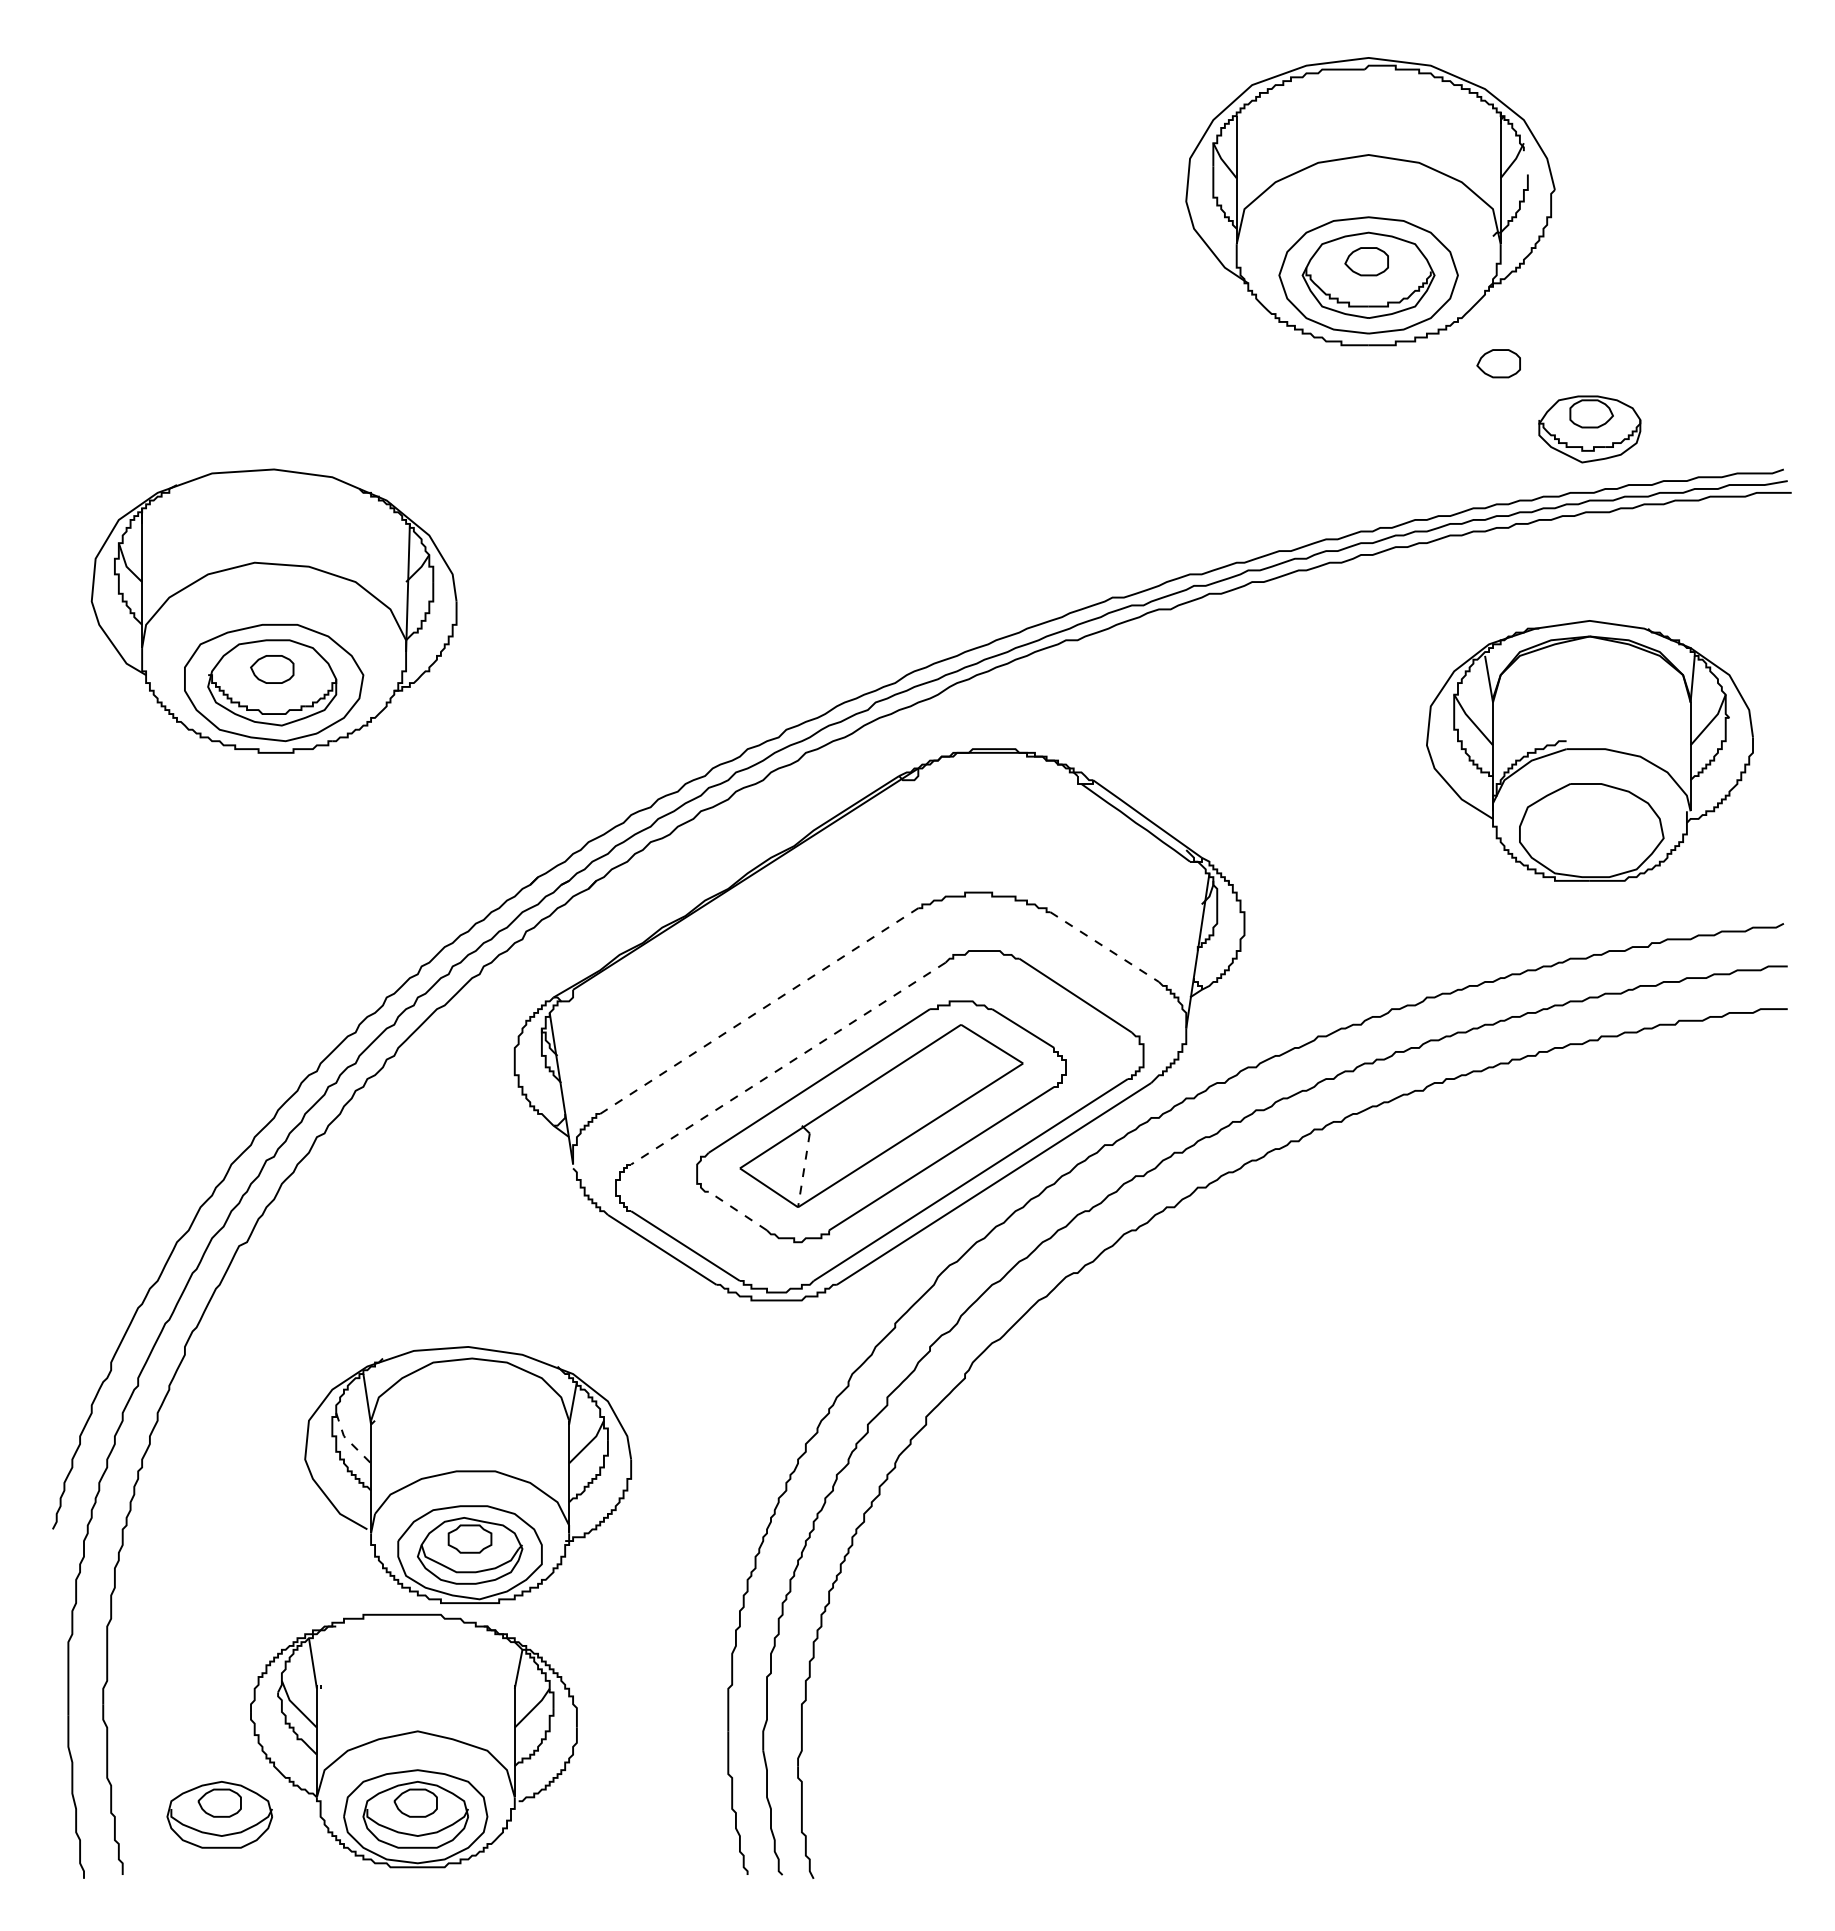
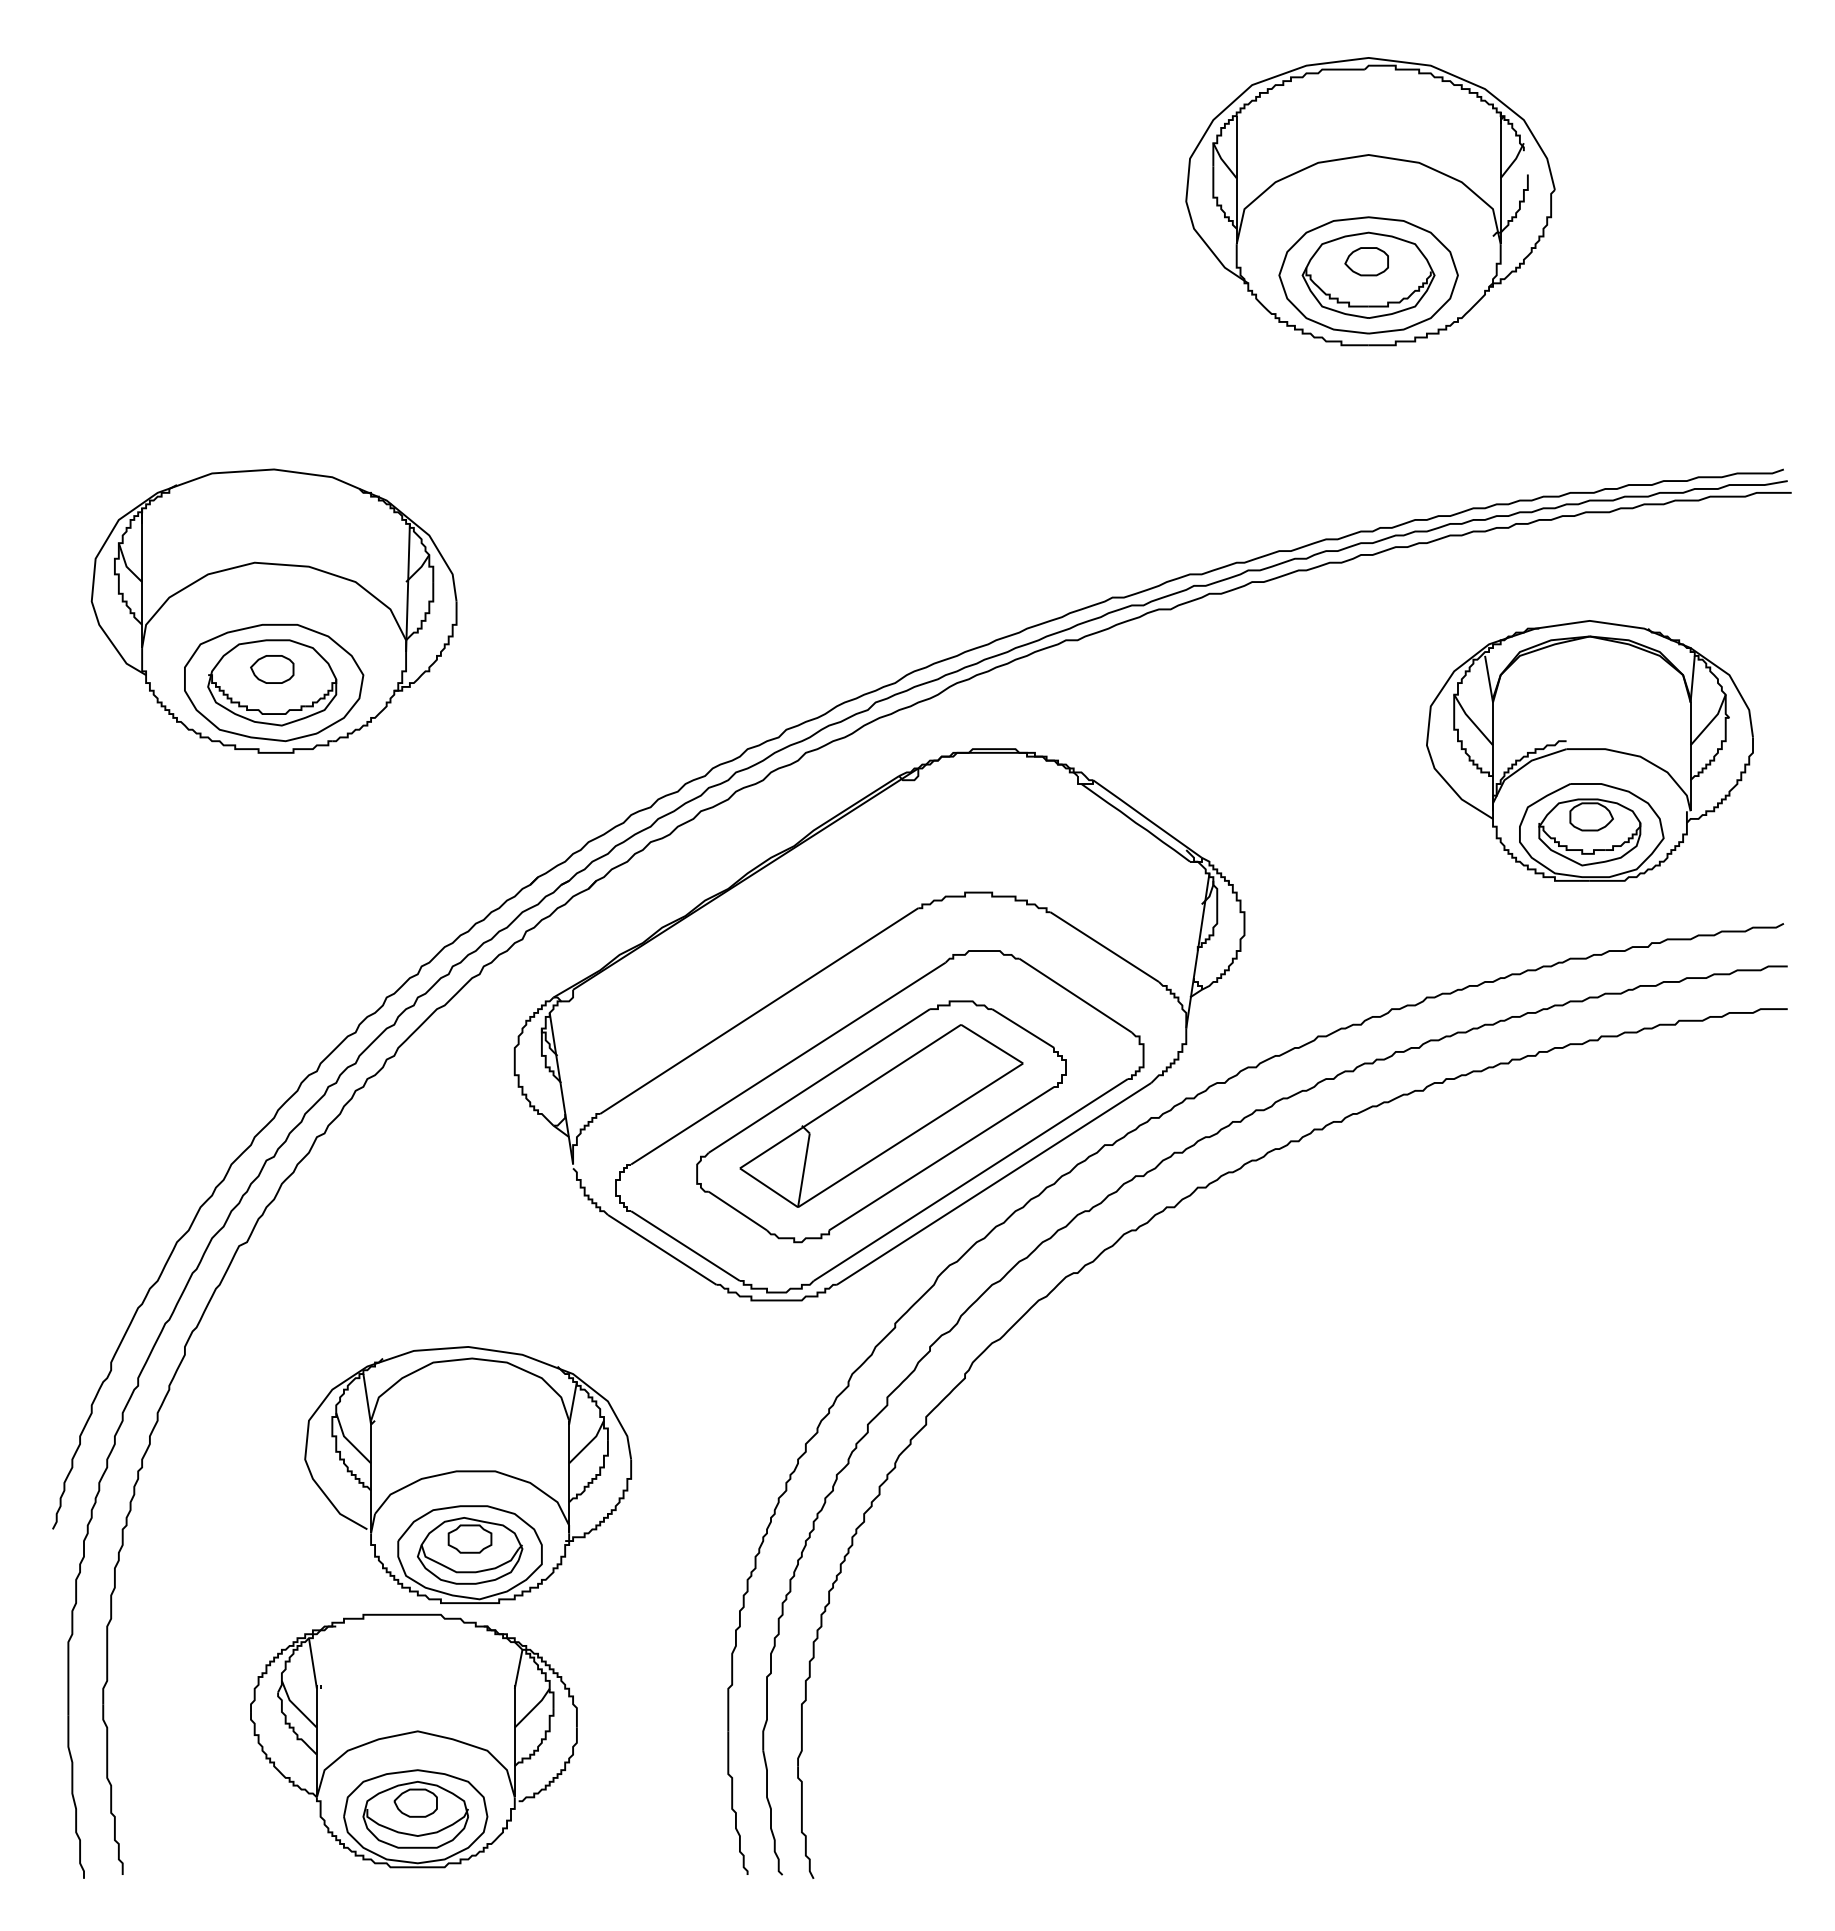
part at (1498, 363): present -> none
part at (1589, 429) position: (1589, 429) -> (1589, 832)
line at (1104, 947): dashed -> solid
line at (759, 1010): dashed -> solid
line at (788, 1063): dashed -> solid
line at (803, 1170): dashed -> solid
line at (737, 1211): dashed -> solid
line at (348, 1441): dashed -> solid
part at (219, 1814): present -> none
